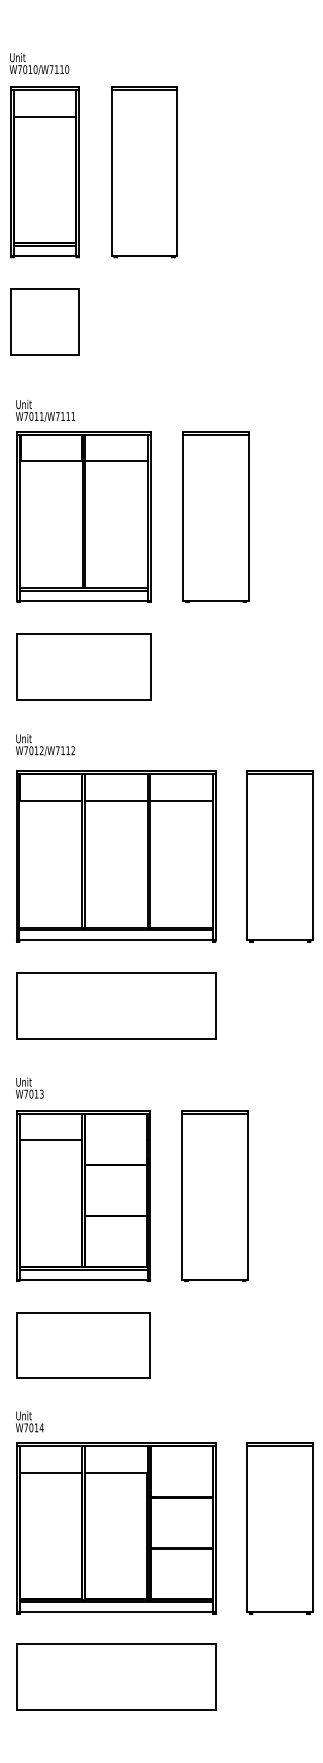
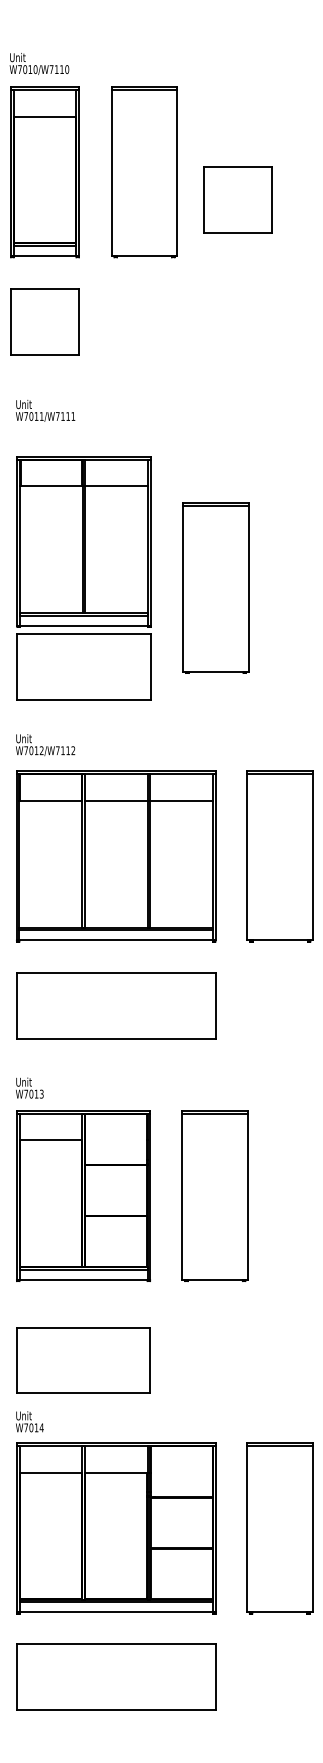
part at (237, 199): none -> present
part at (83, 516) position: (83, 516) -> (83, 541)
part at (215, 516) position: (215, 516) -> (215, 587)
part at (83, 1345) position: (83, 1345) -> (83, 1360)
